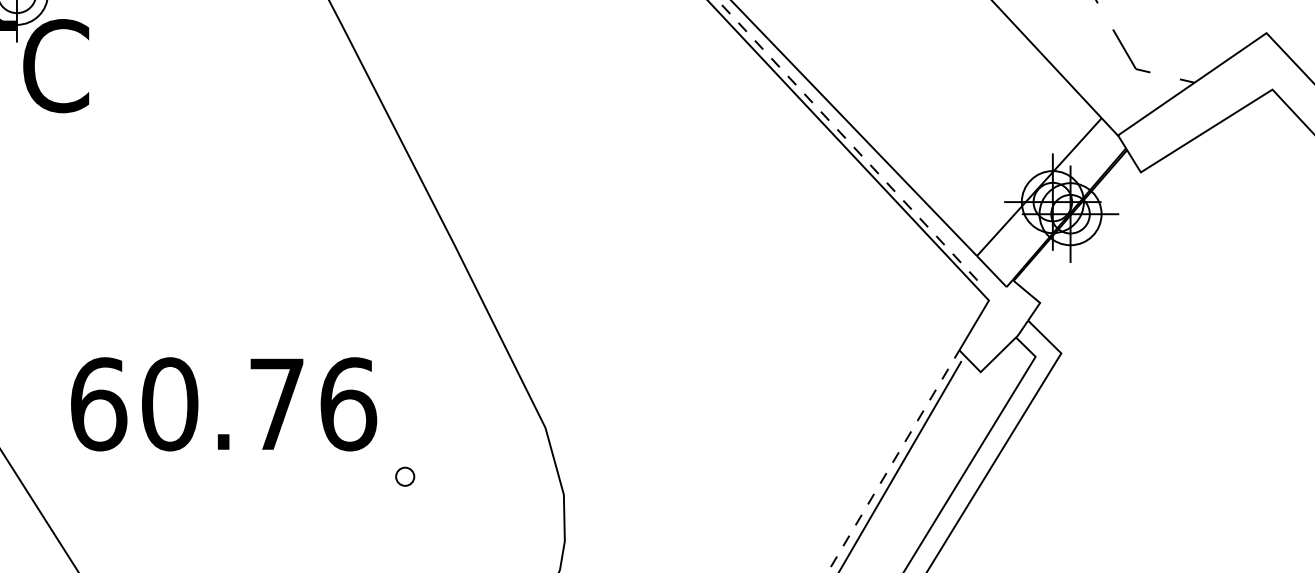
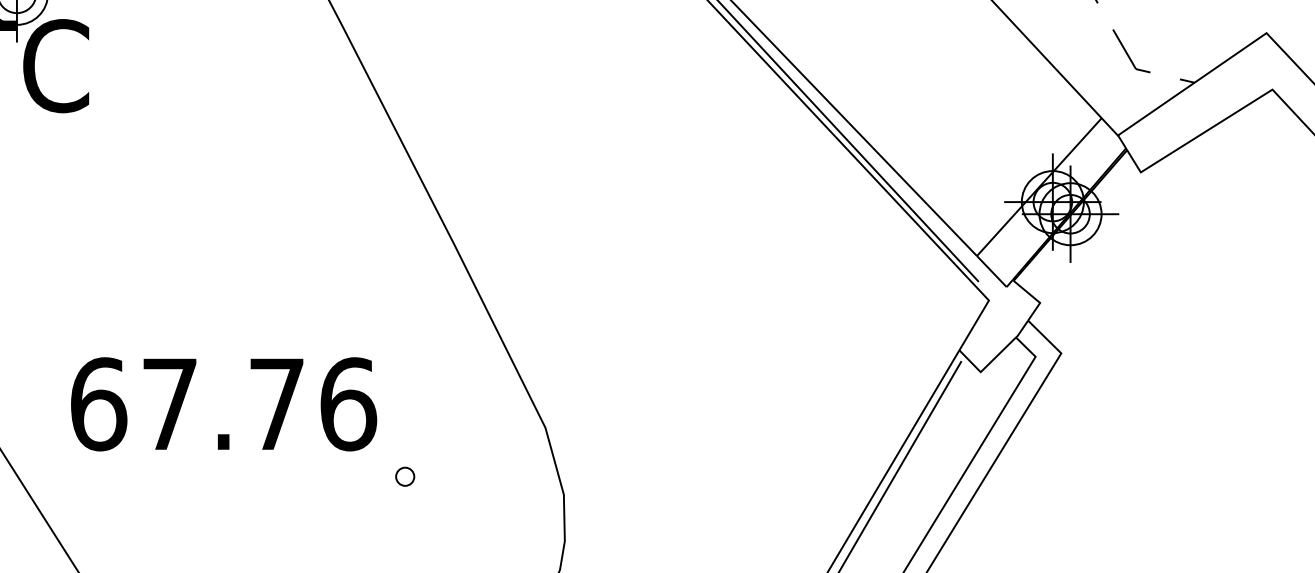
line at (848, 141): dashed -> solid
text at (170, 404): 60.76 -> 67.76
line at (893, 461): dashed -> solid
